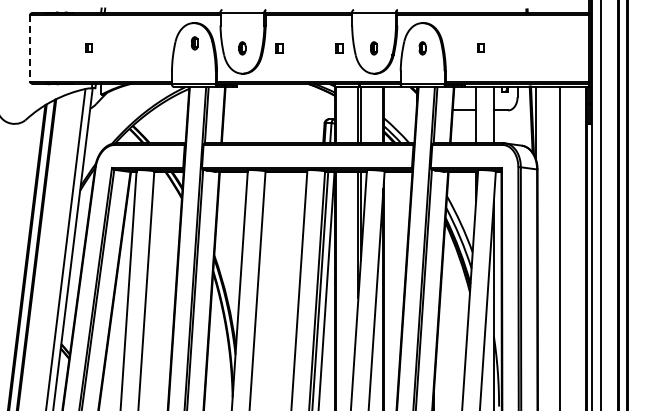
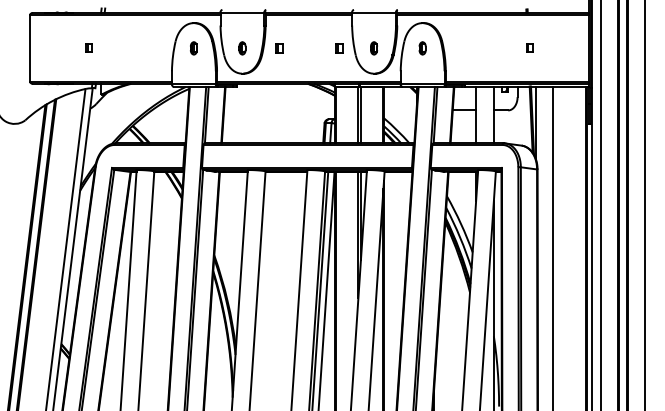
part at (194, 43) position: (194, 43) -> (193, 48)
part at (480, 47) position: (480, 47) -> (529, 47)
line at (30, 48): dashed -> solid
line at (645, 204): none -> present
line at (560, 246) position: (560, 246) -> (553, 246)
